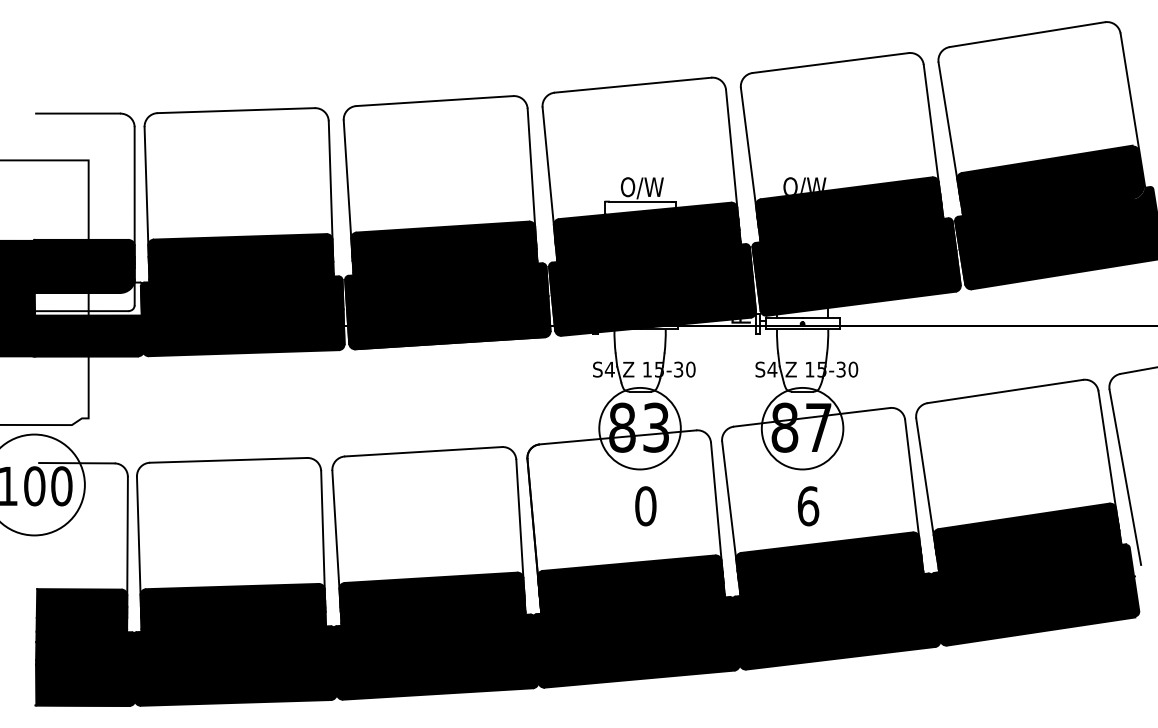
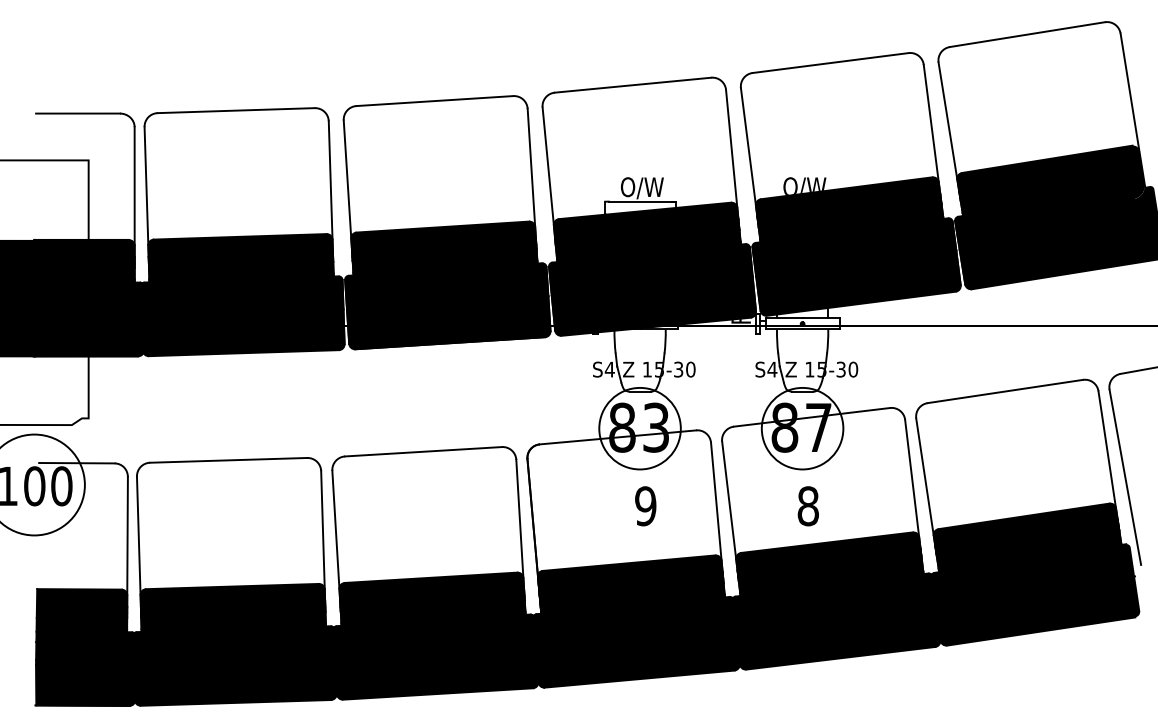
fill at (88, 297): none -> present
text at (645, 506): 0 -> 9
text at (808, 506): 6 -> 8
